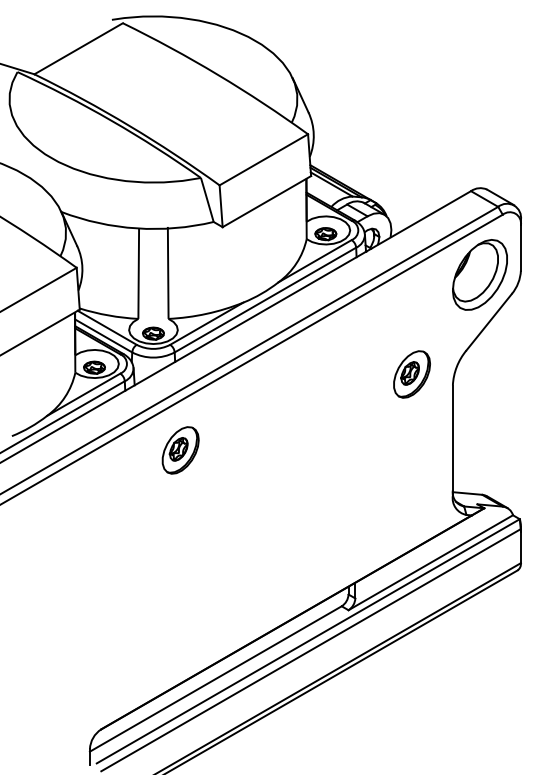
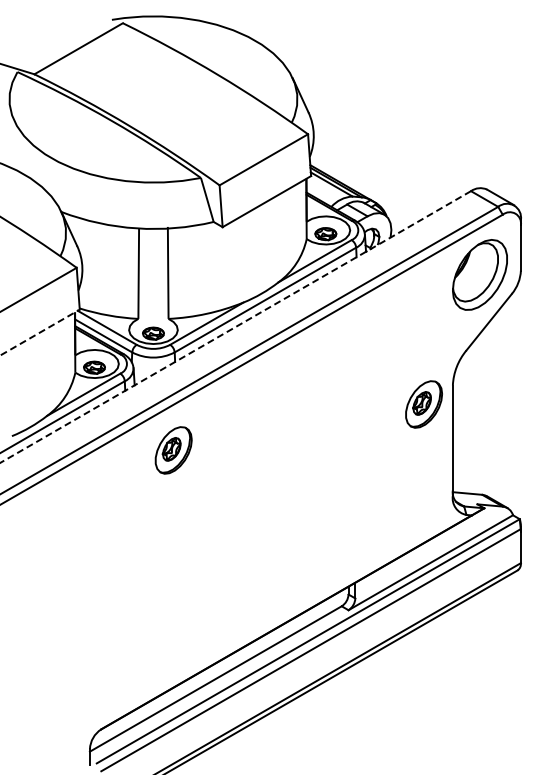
line at (235, 327): solid -> dashed
line at (40, 332): solid -> dashed
part at (411, 374) position: (411, 374) -> (423, 404)
part at (180, 450) position: (180, 450) -> (173, 450)
